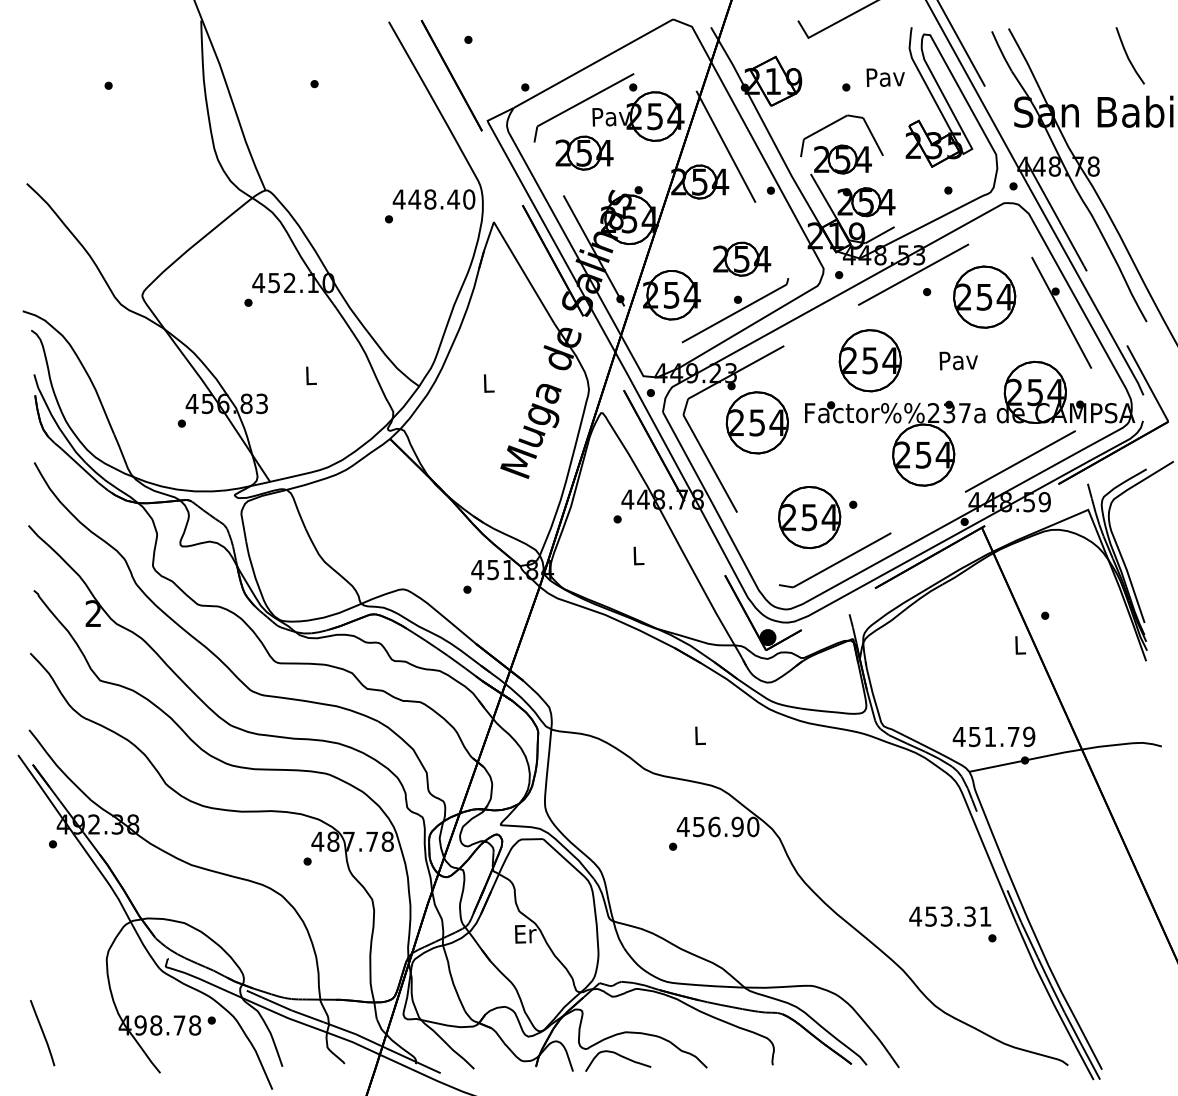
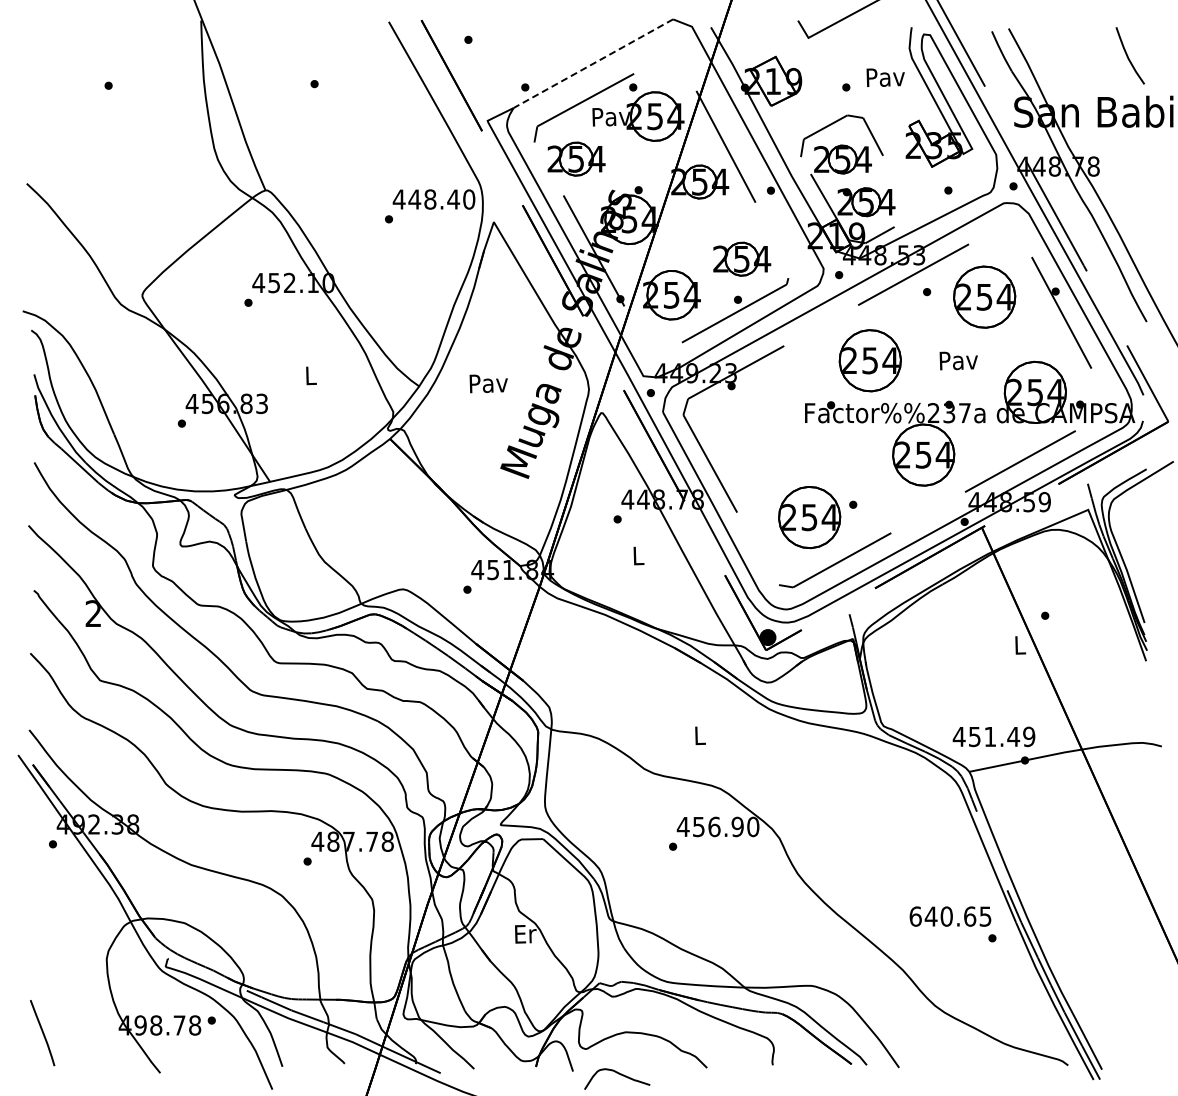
line at (592, 63): solid -> dashed
part at (584, 152) position: (584, 152) -> (576, 158)
text at (488, 383): L -> Pav
part at (756, 422): present -> none
text at (1013, 736): 451.79 -> 451.49
text at (950, 916): 453.31 -> 640.65
curve at (619, 1056) position: (619, 1056) -> (618, 1074)
